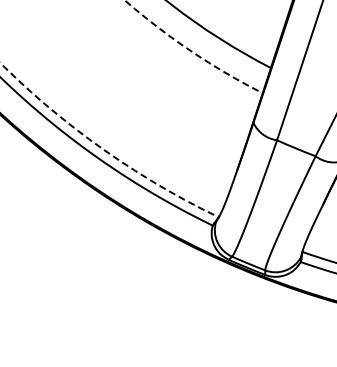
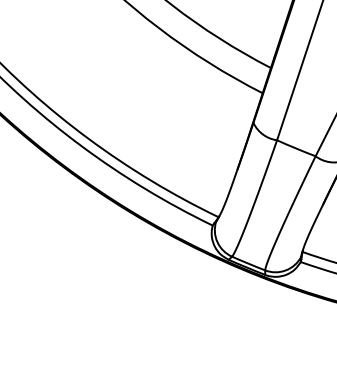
arc at (190, 50): dashed -> solid
arc at (103, 149): dashed -> solid
